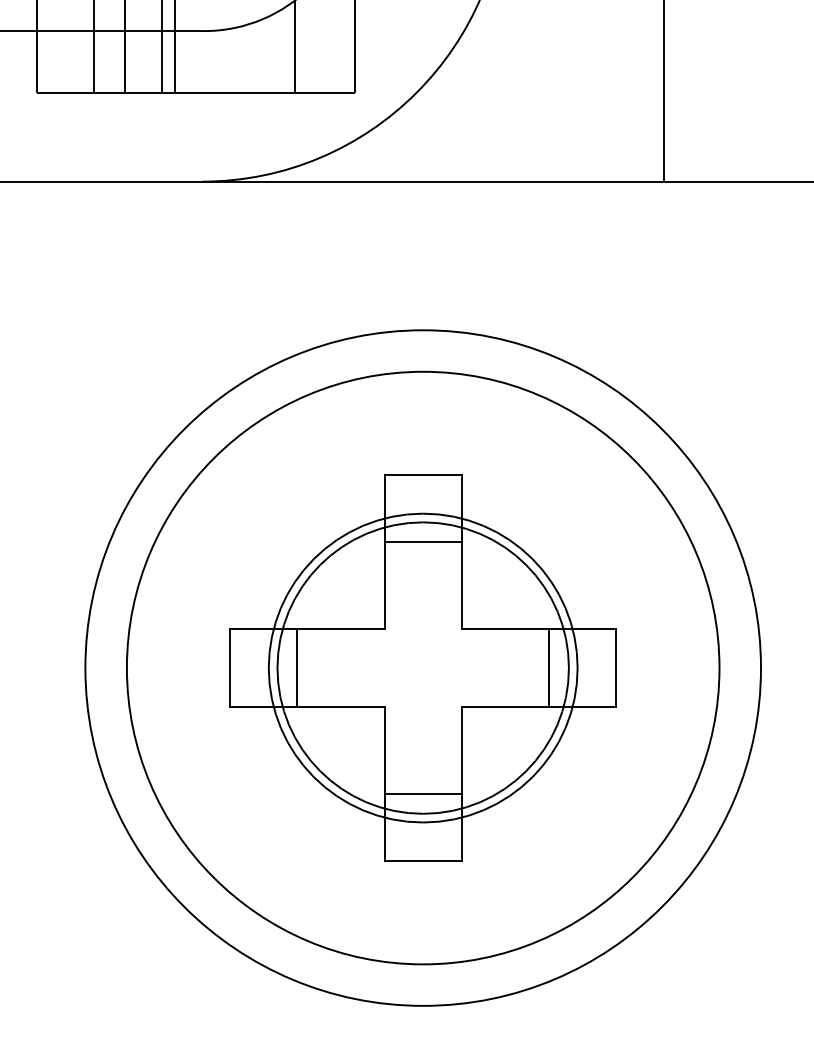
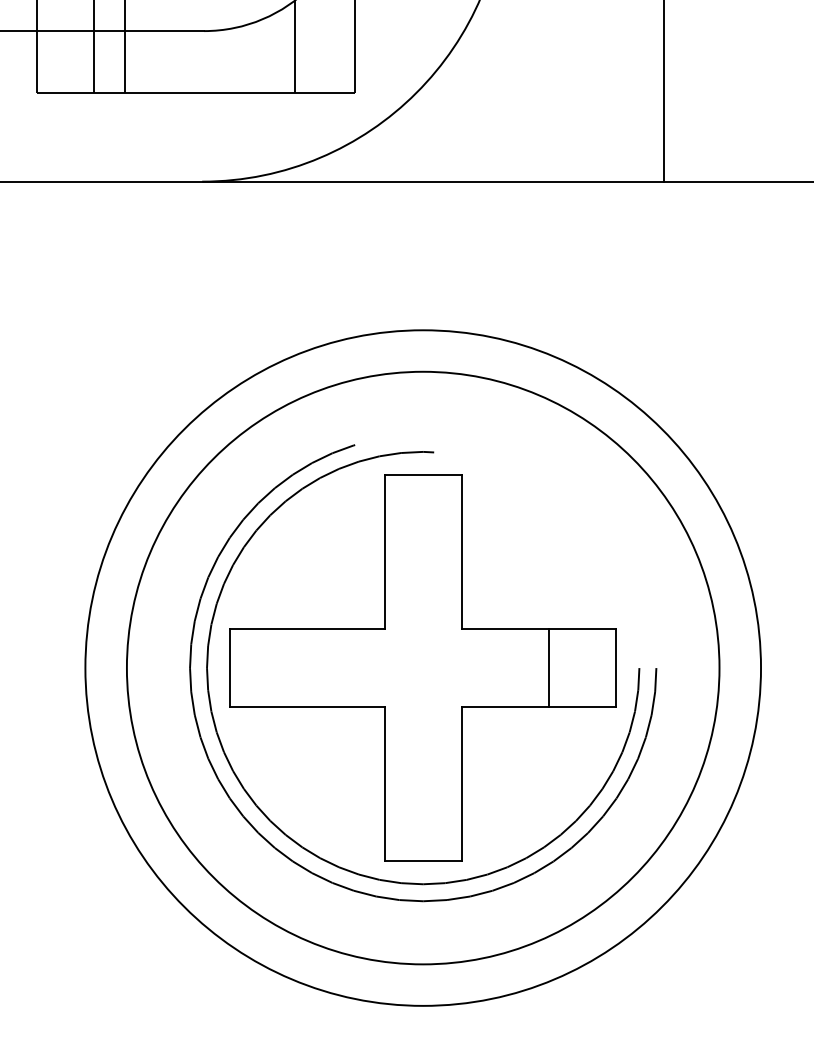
line at (161, 47): present -> none
line at (175, 47): present -> none
line at (422, 541): present -> none
line at (297, 667): present -> none
circle at (422, 667) diameter: 291 px -> 466 px
circle at (422, 667) diameter: 309 px -> 432 px
line at (422, 794): present -> none
